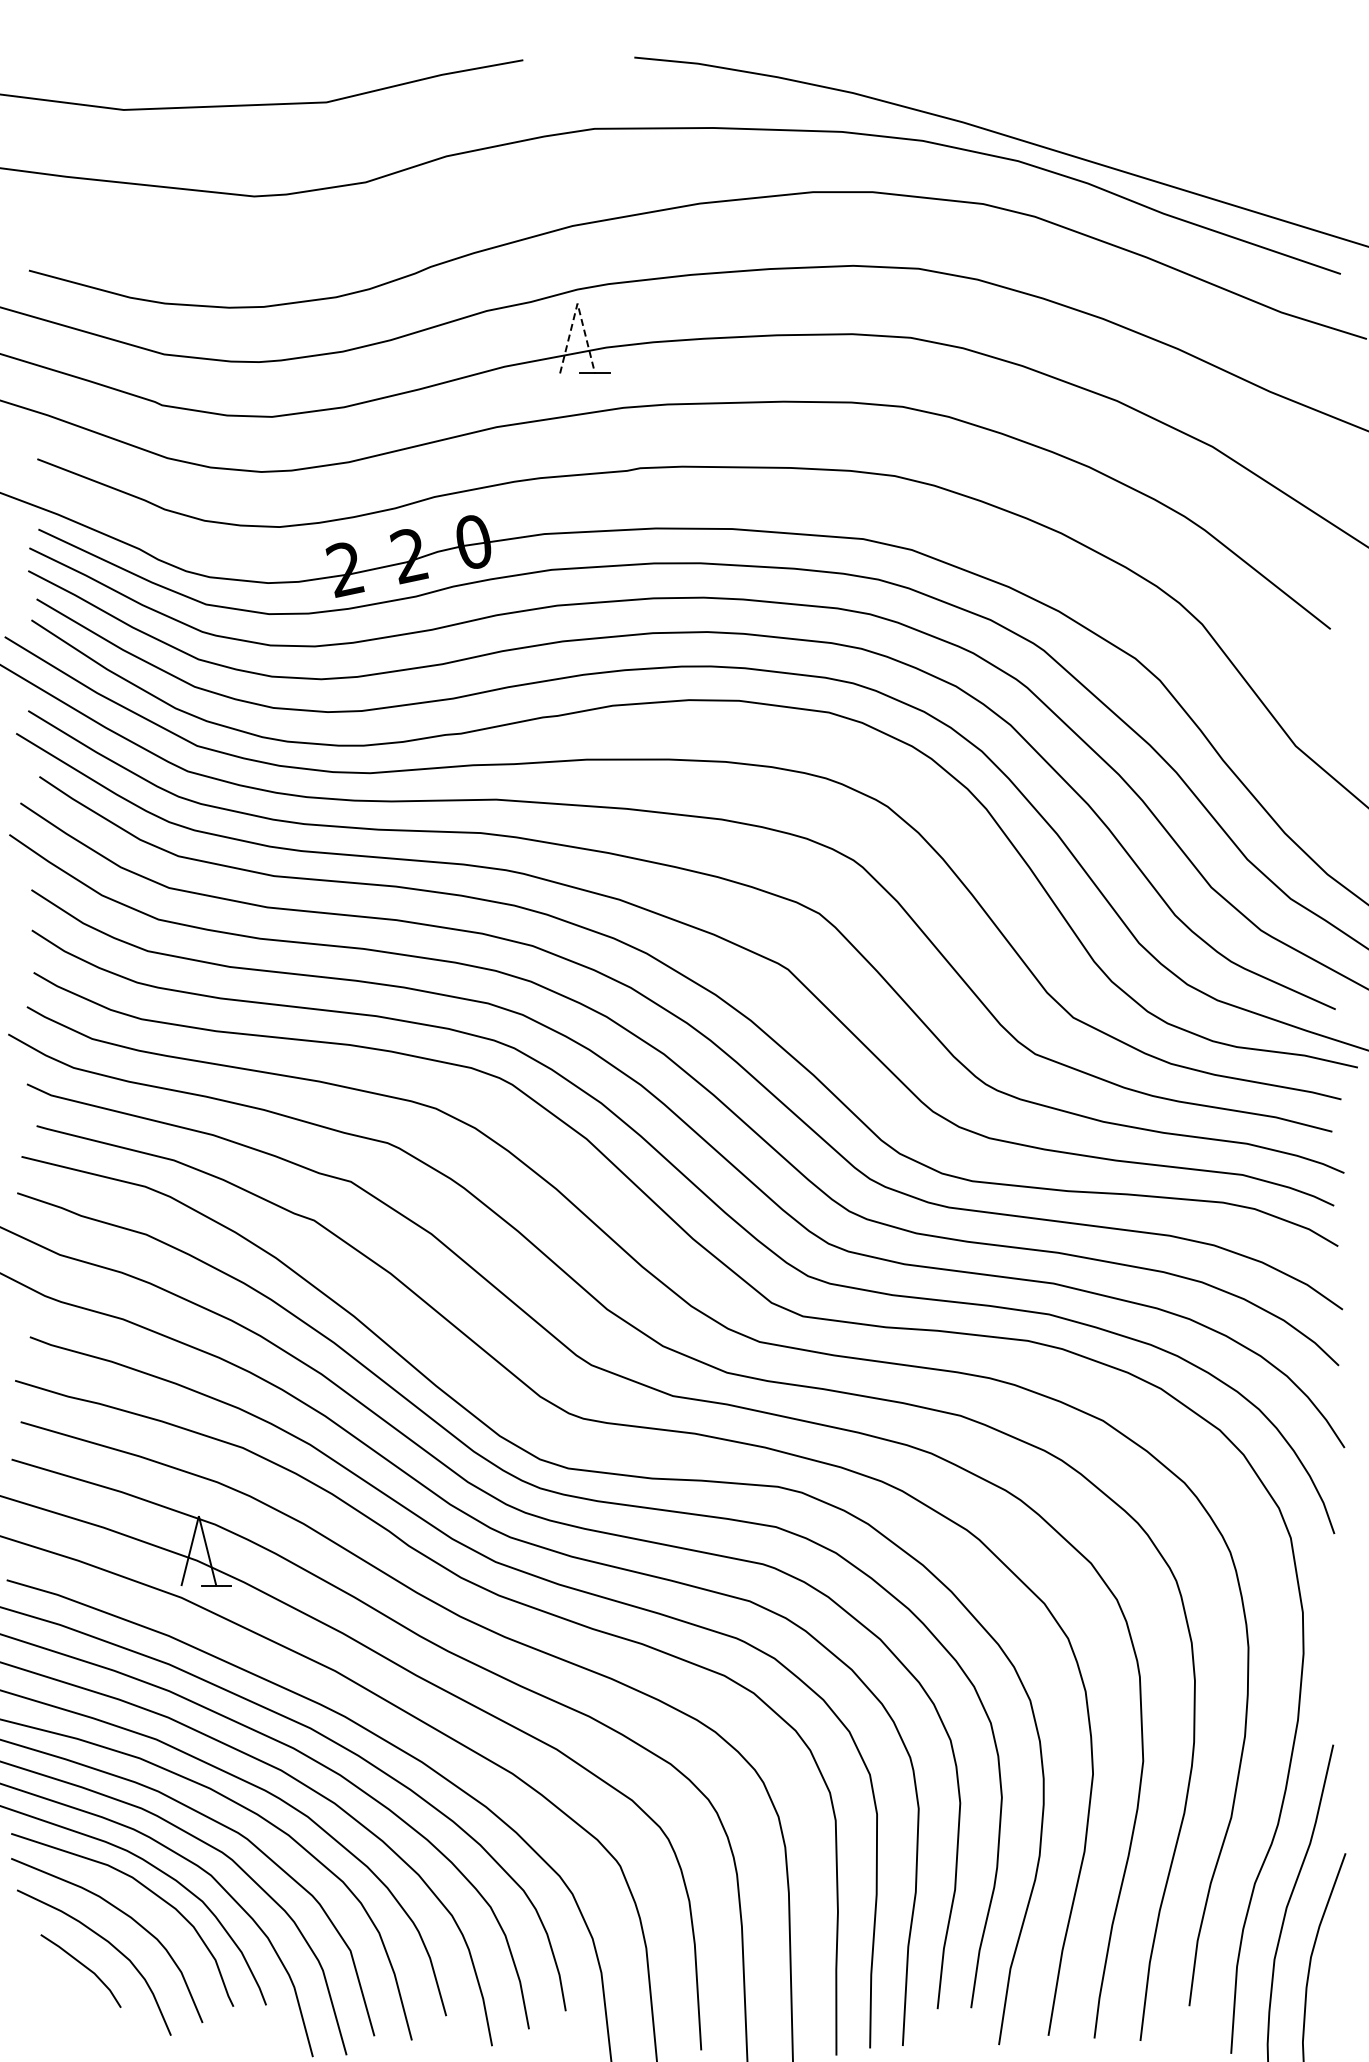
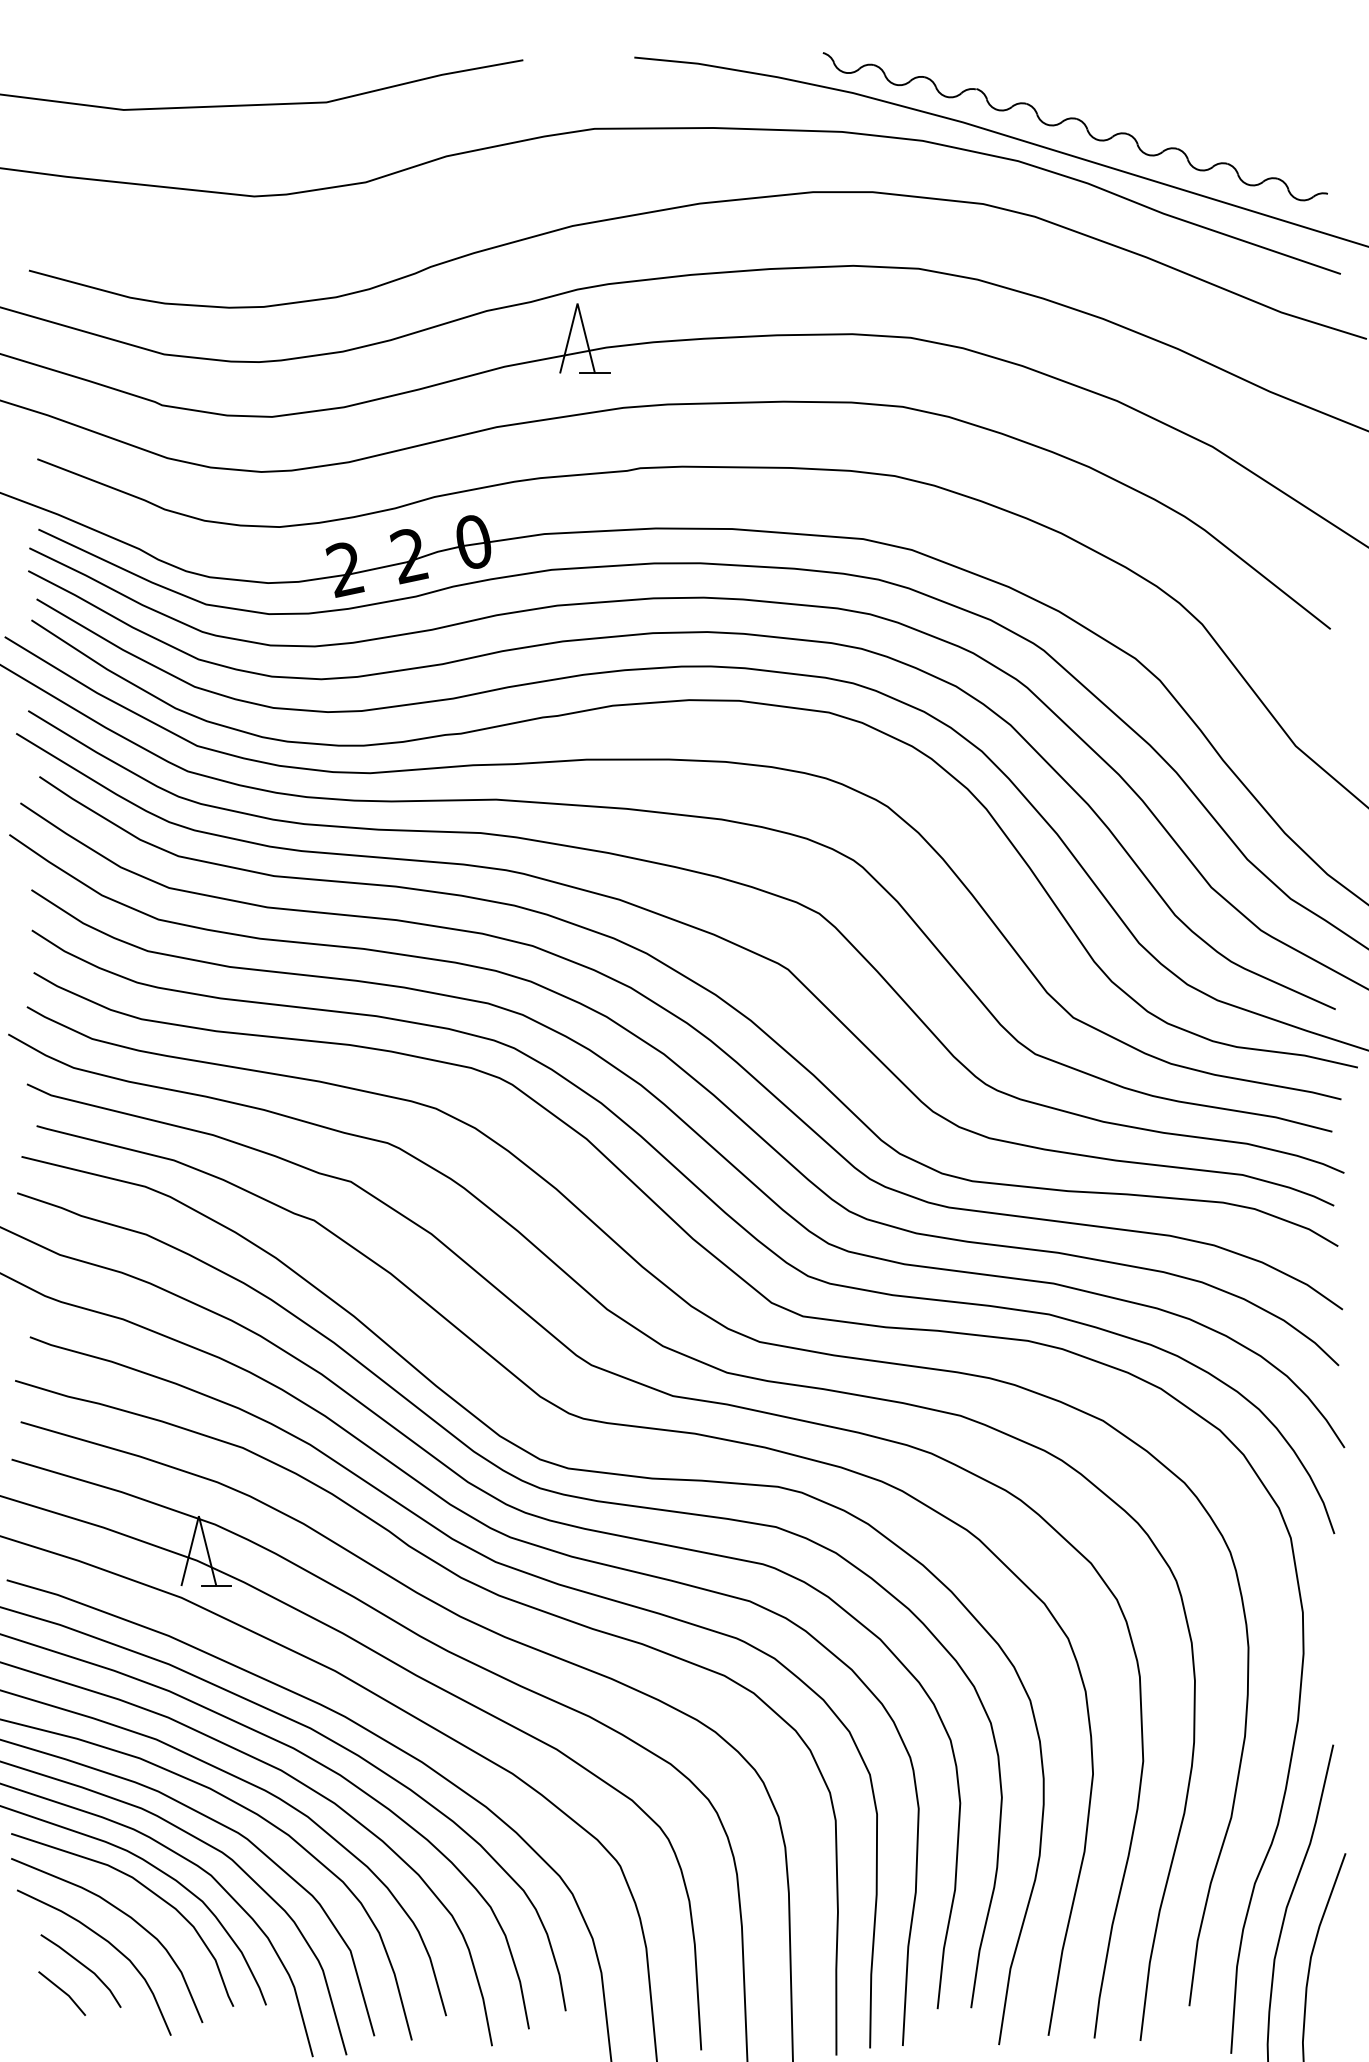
part at (1077, 120): none -> present
line at (577, 303): dashed -> solid
line at (61, 1991): none -> present
